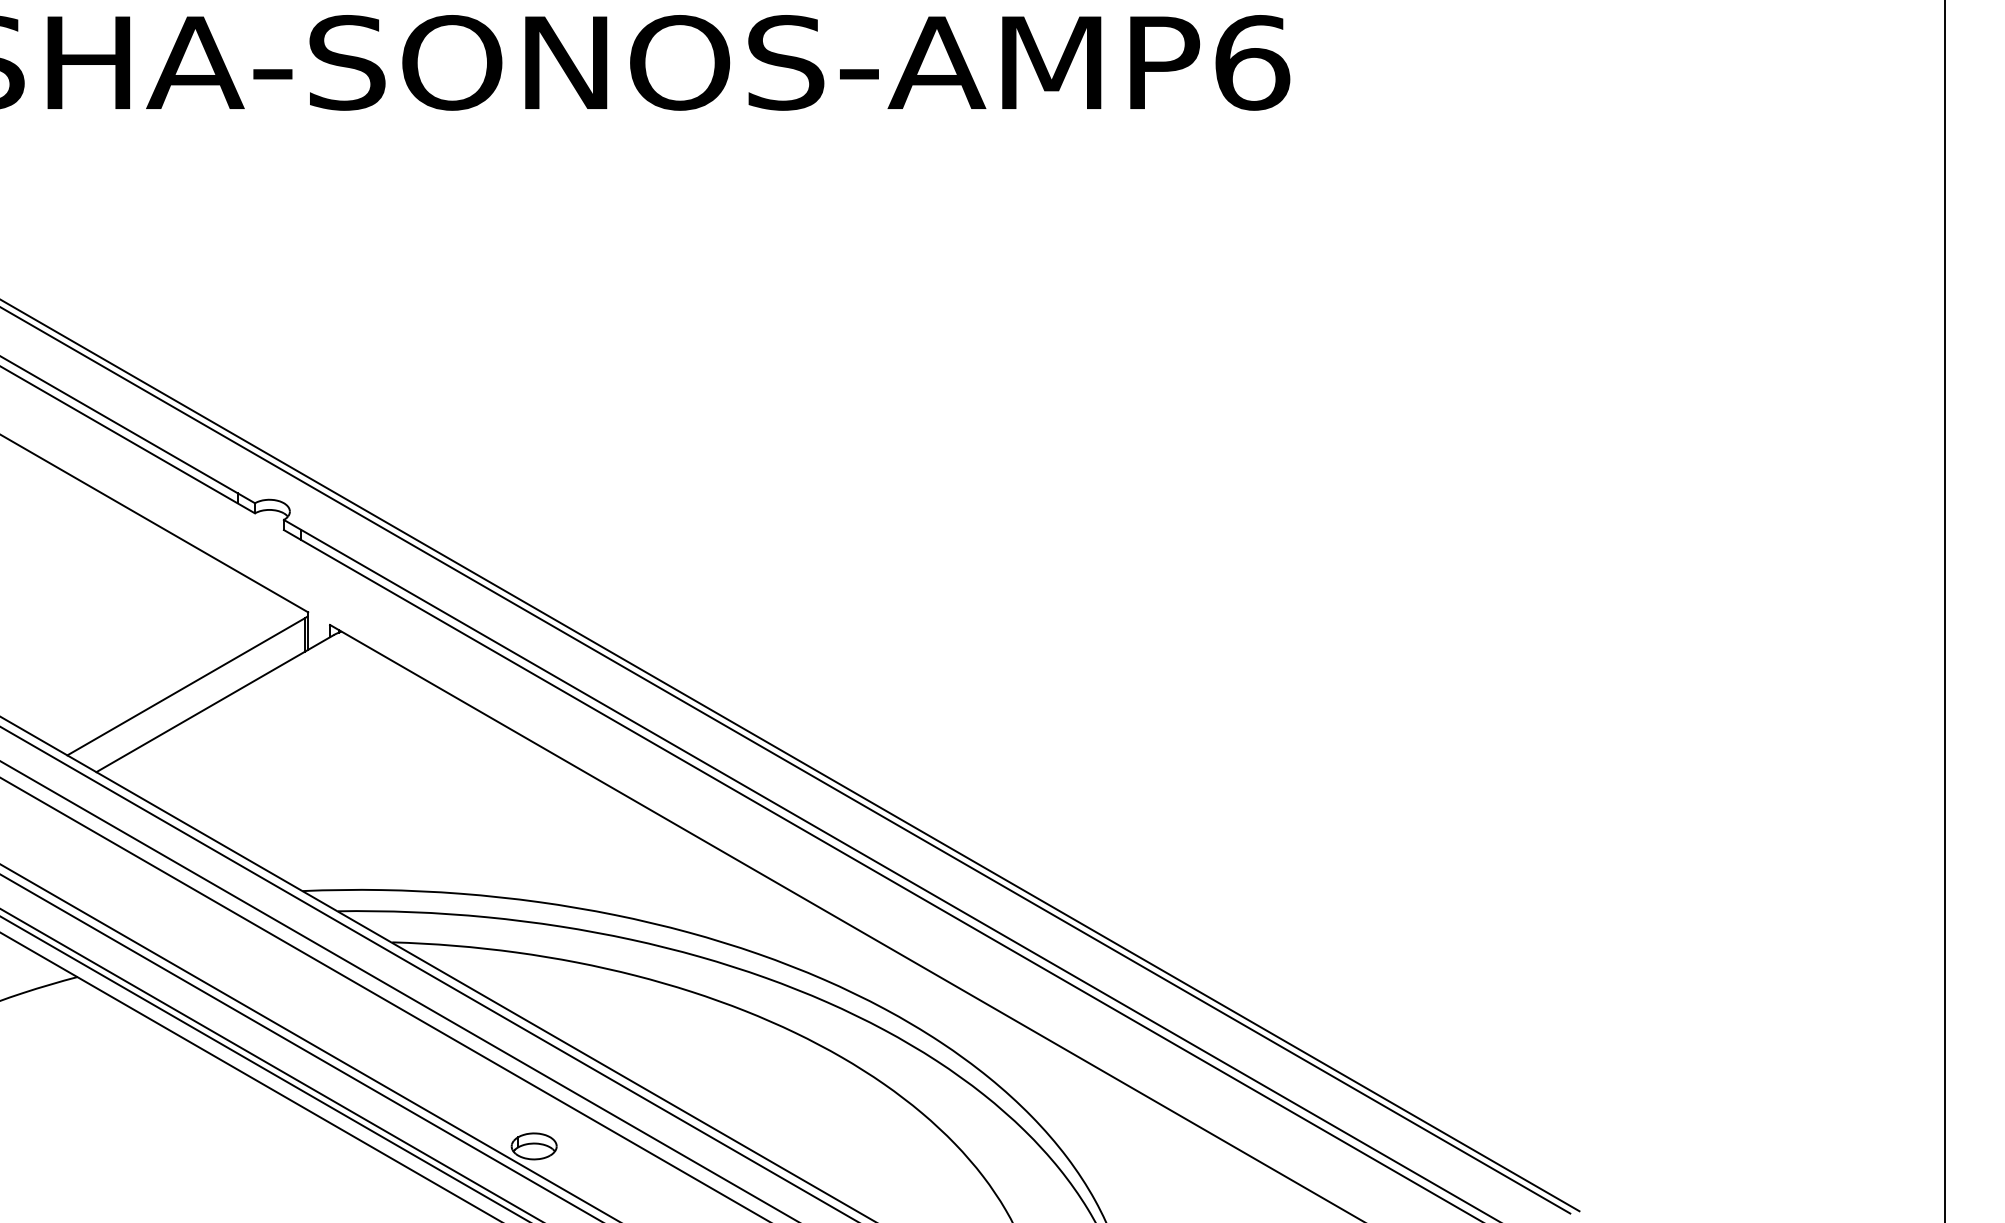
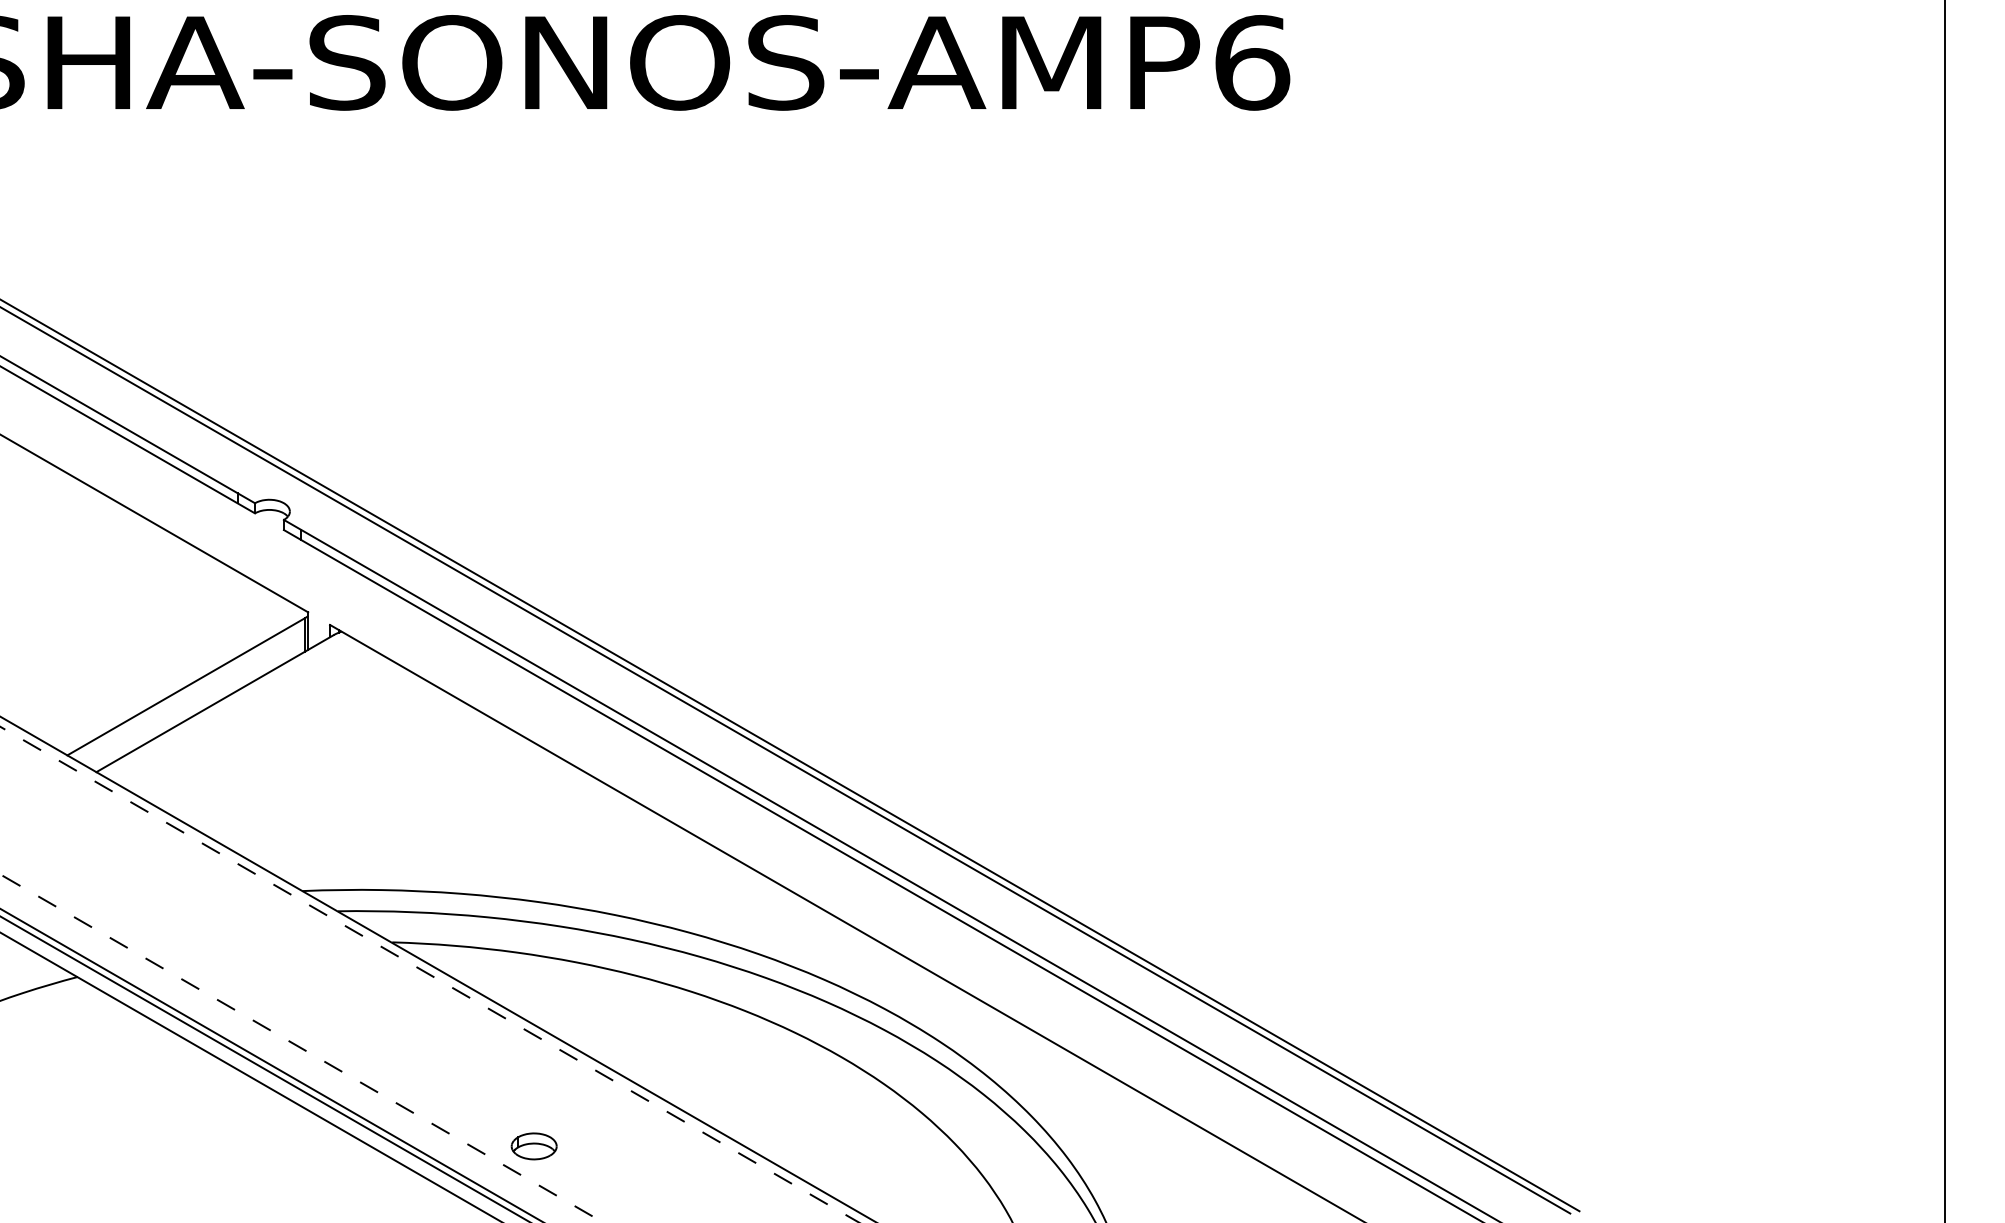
line at (429, 974): solid -> dashed
line at (398, 990): present -> none
line at (384, 998): present -> none
line at (309, 1042): present -> none
line at (301, 1048): solid -> dashed
